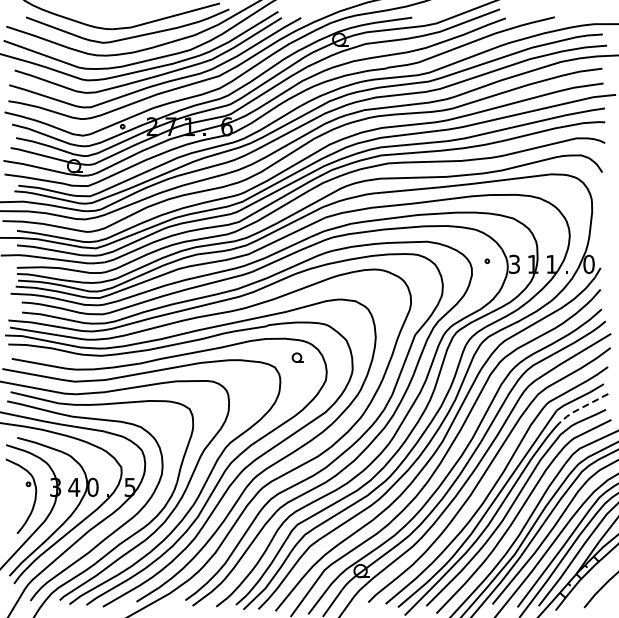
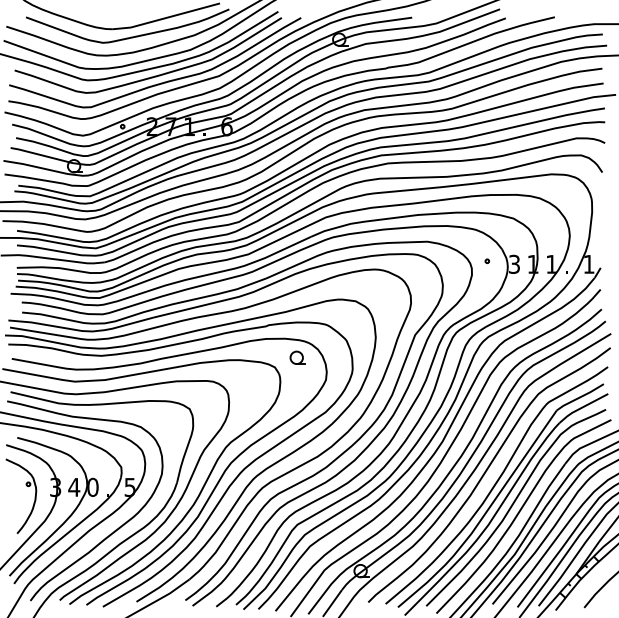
text at (588, 263): 0 -> 1
part at (297, 357) size: 13x11 px -> 17x15 px
line at (581, 408): dashed -> solid
